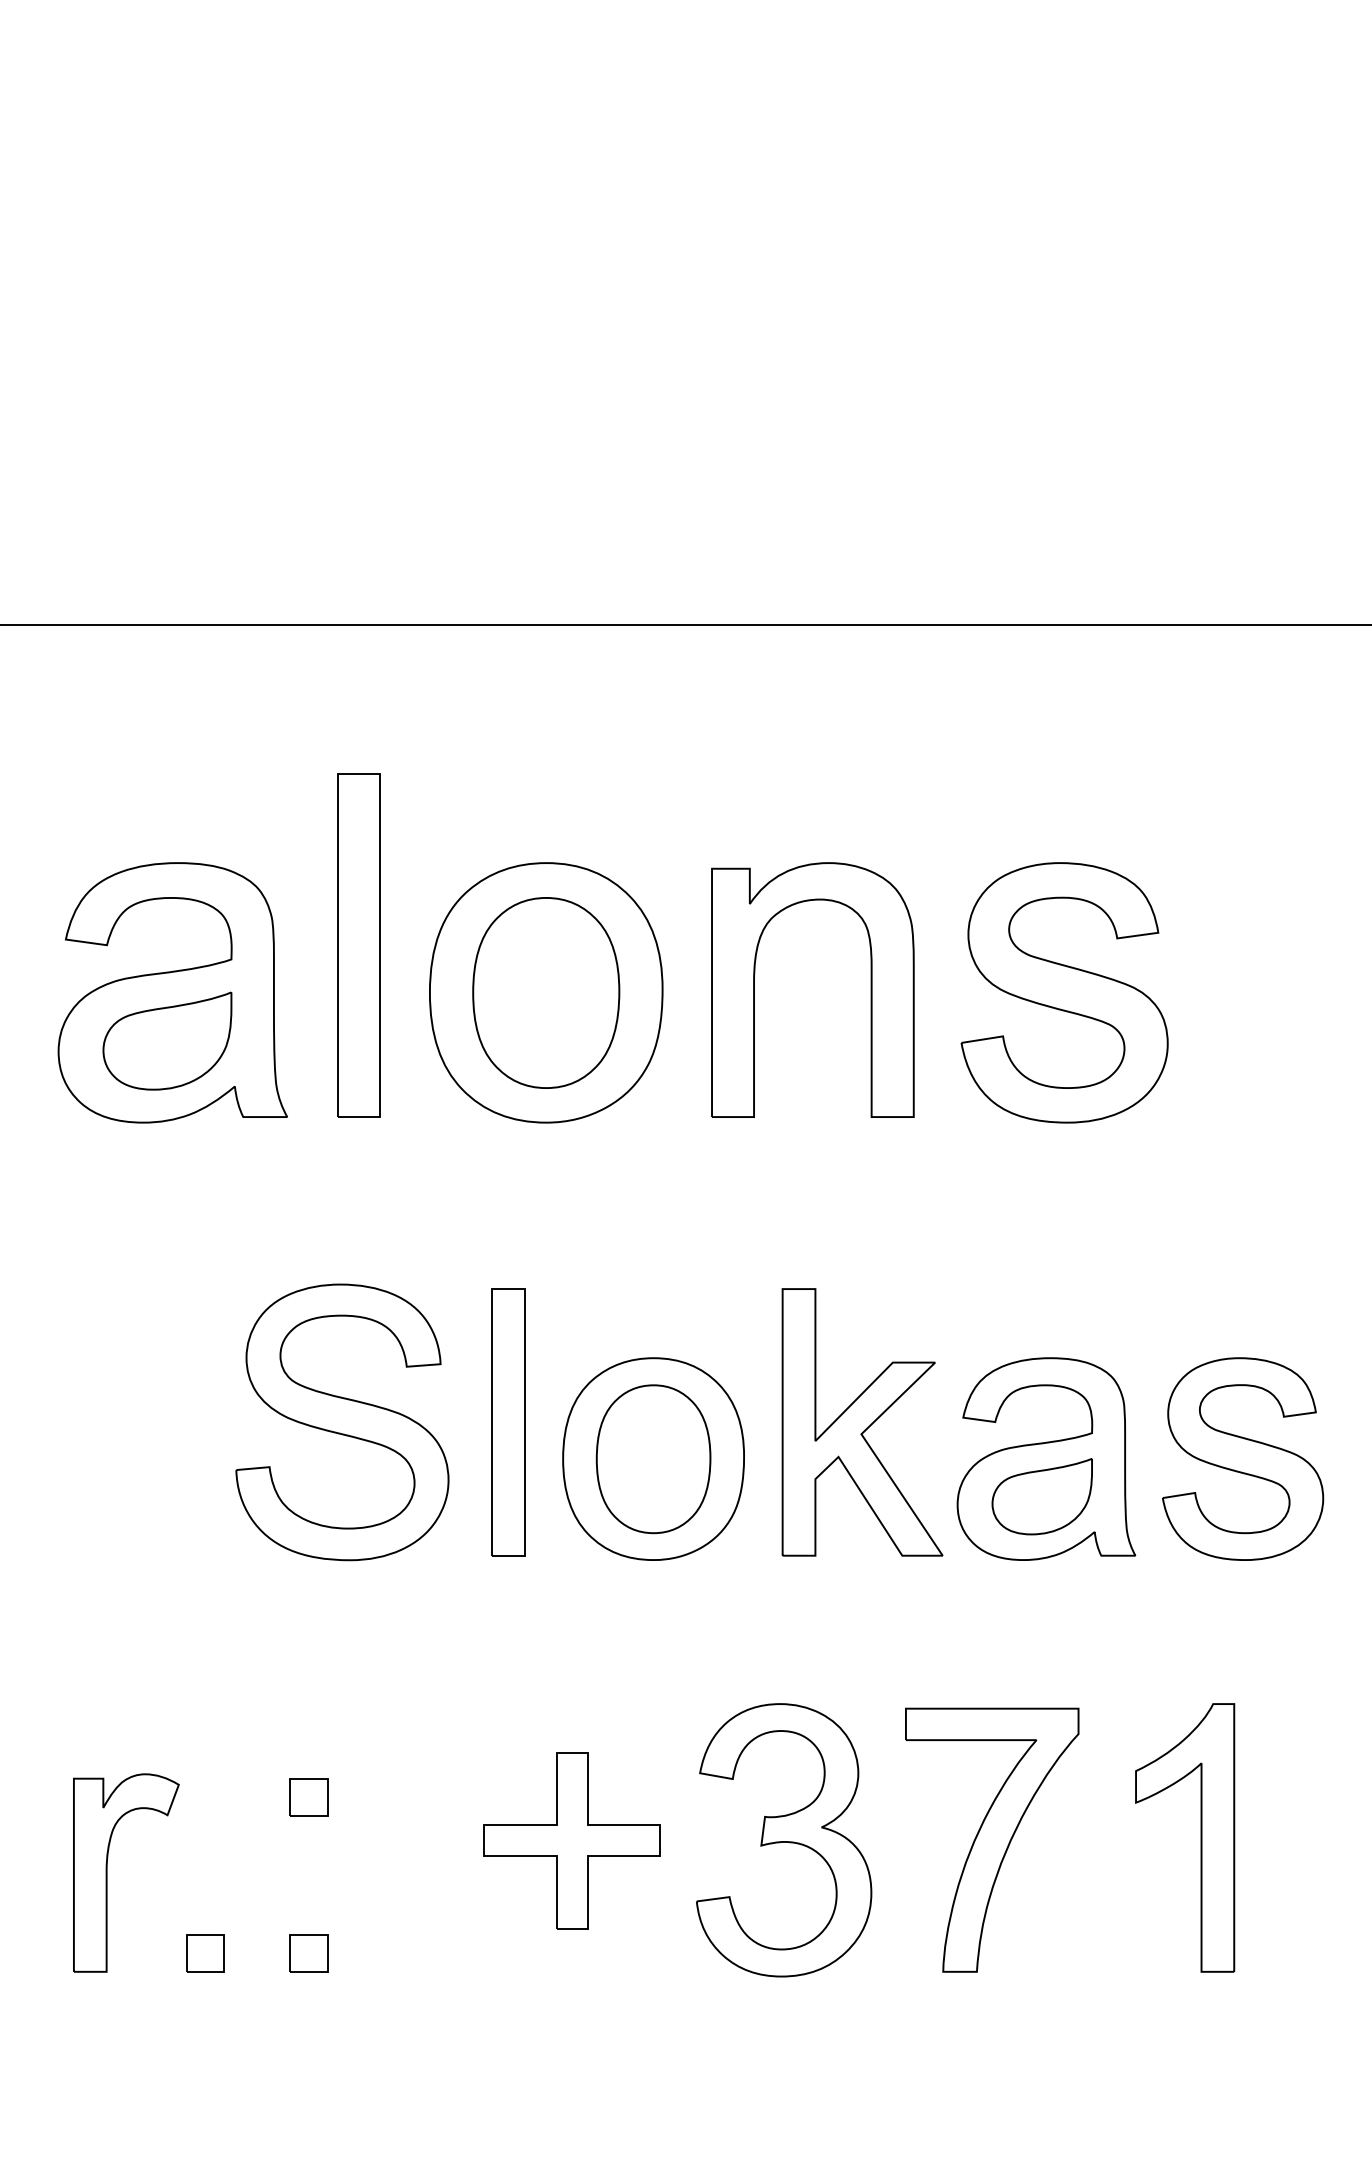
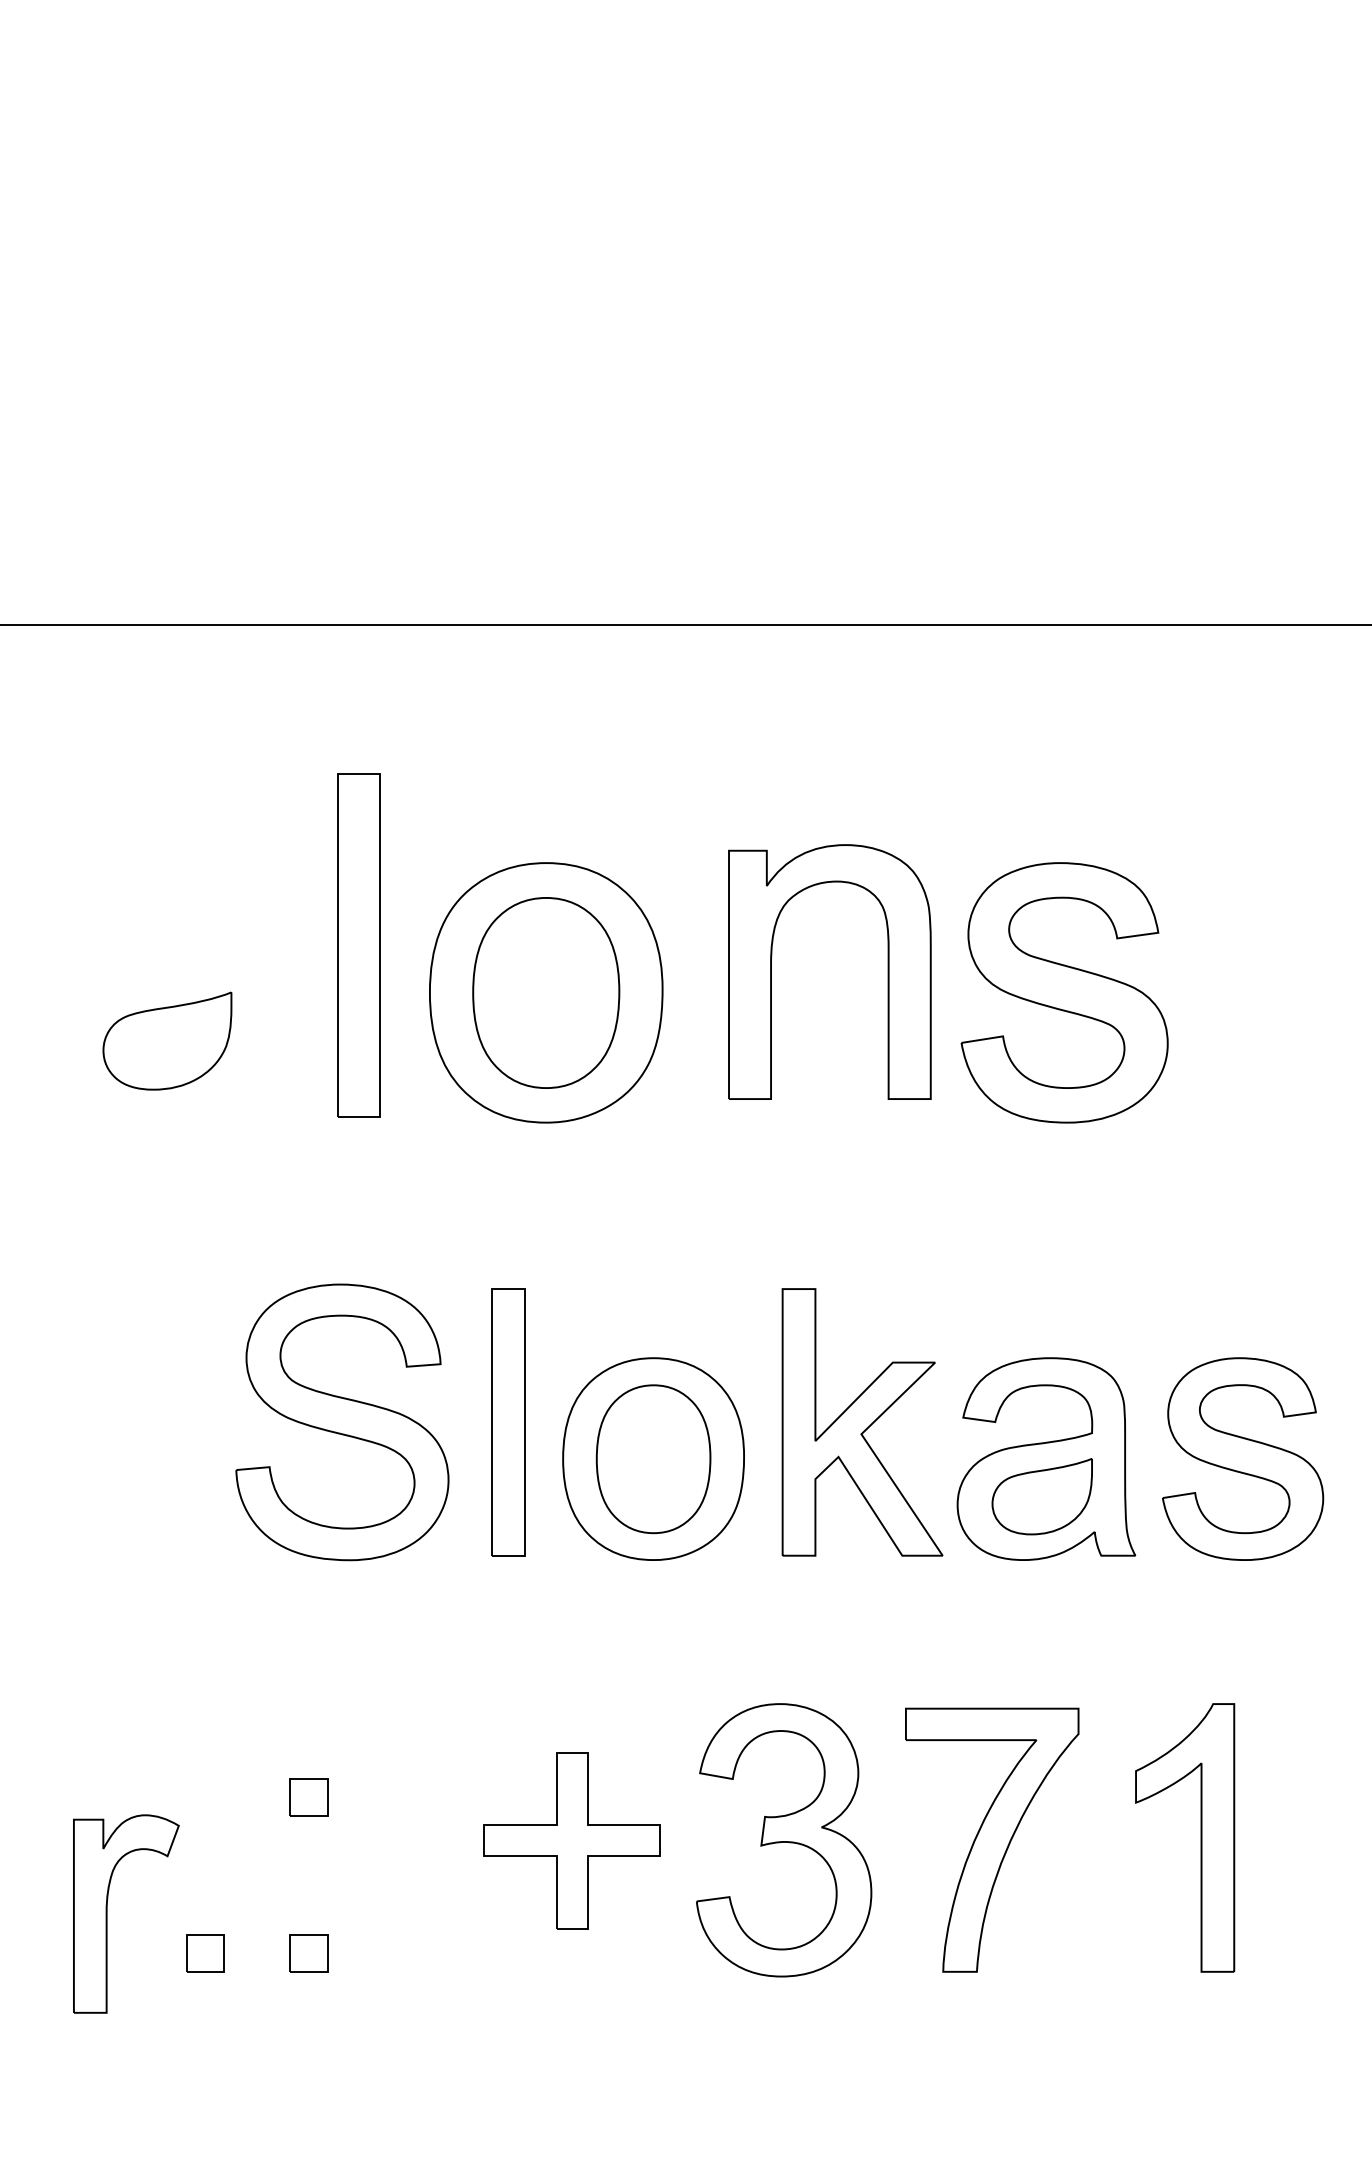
part at (754, 989) position: (754, 989) -> (771, 971)
part at (172, 992): present -> none
part at (107, 1872) position: (107, 1872) -> (107, 1913)
